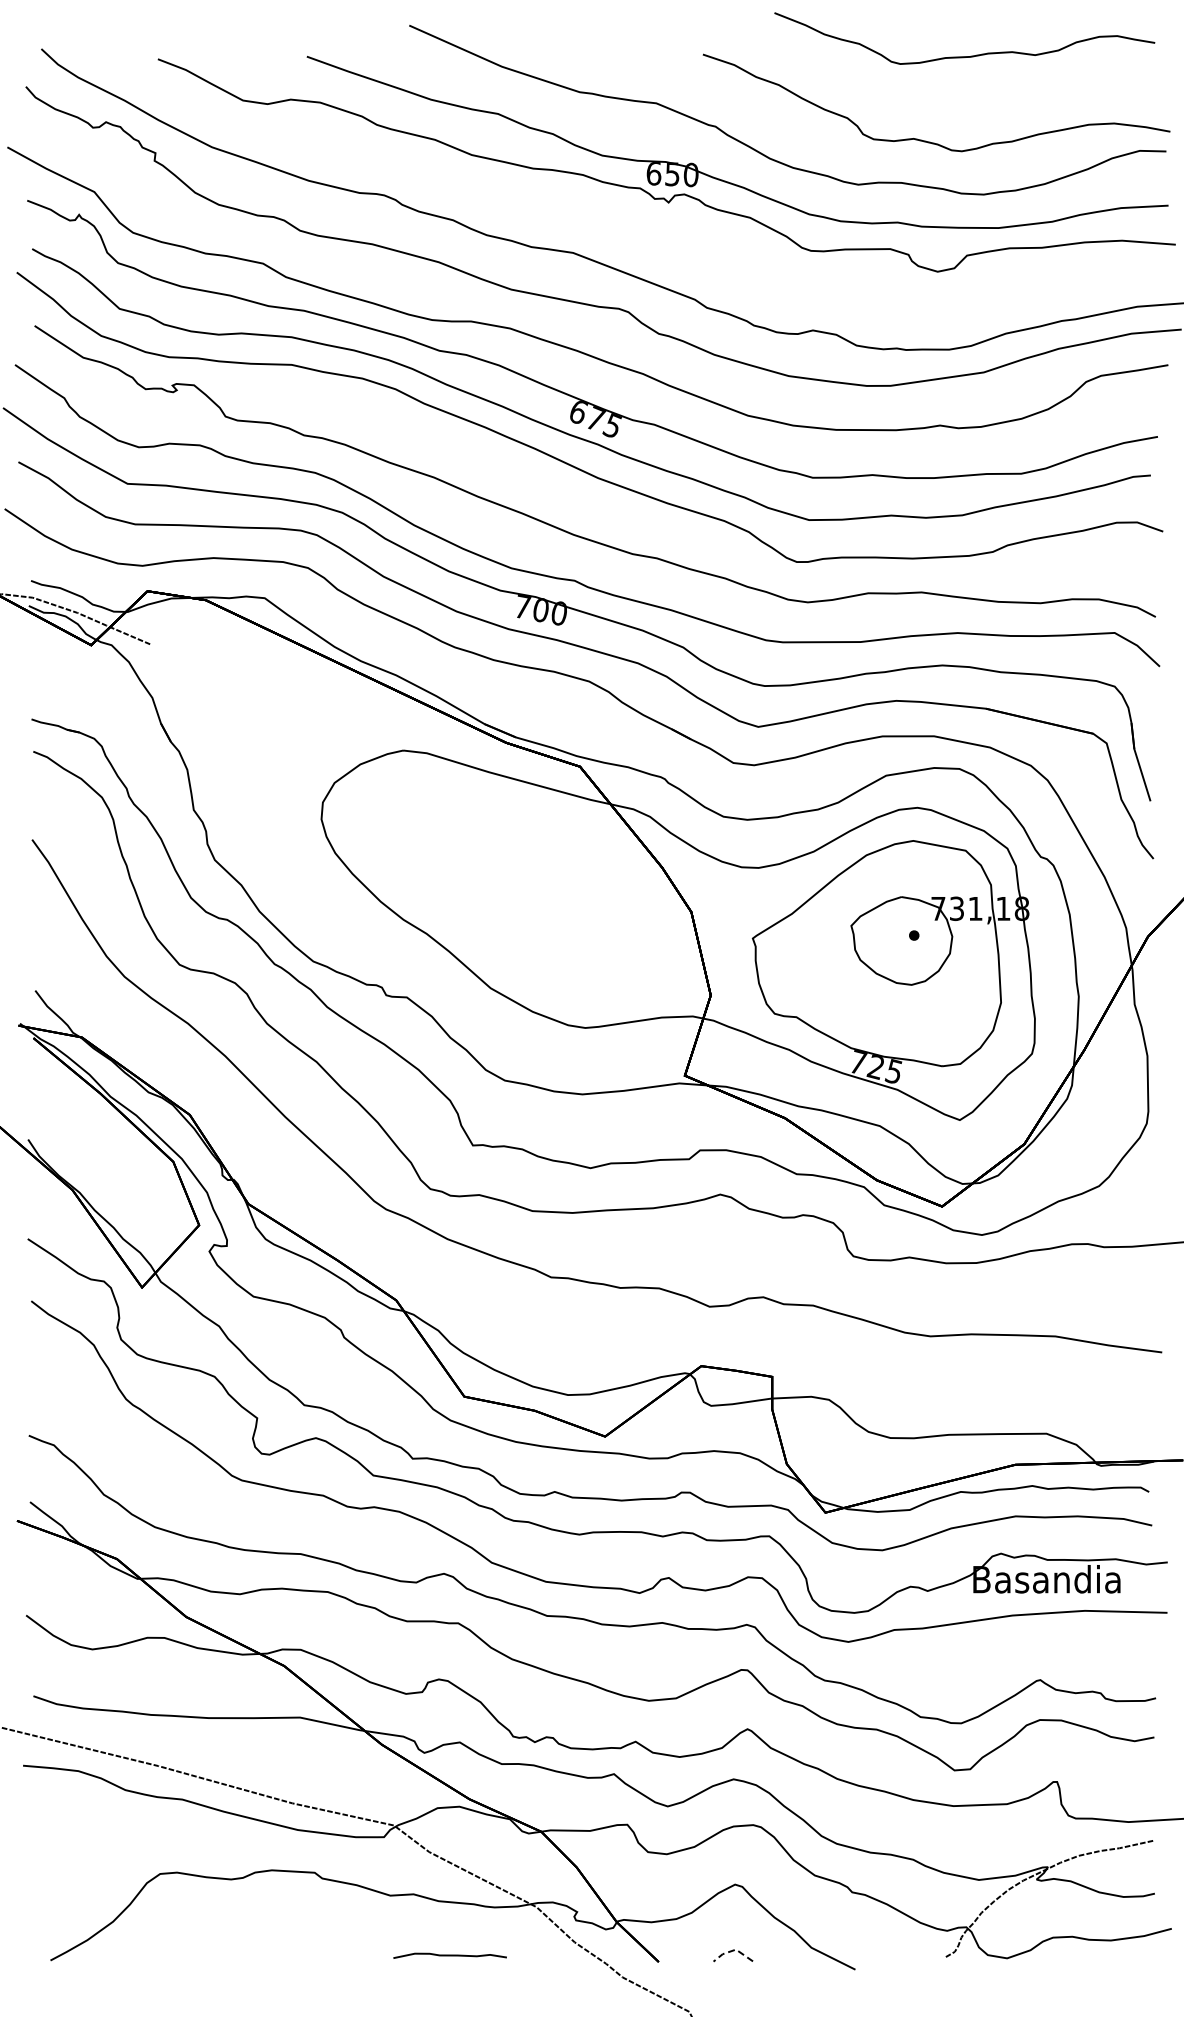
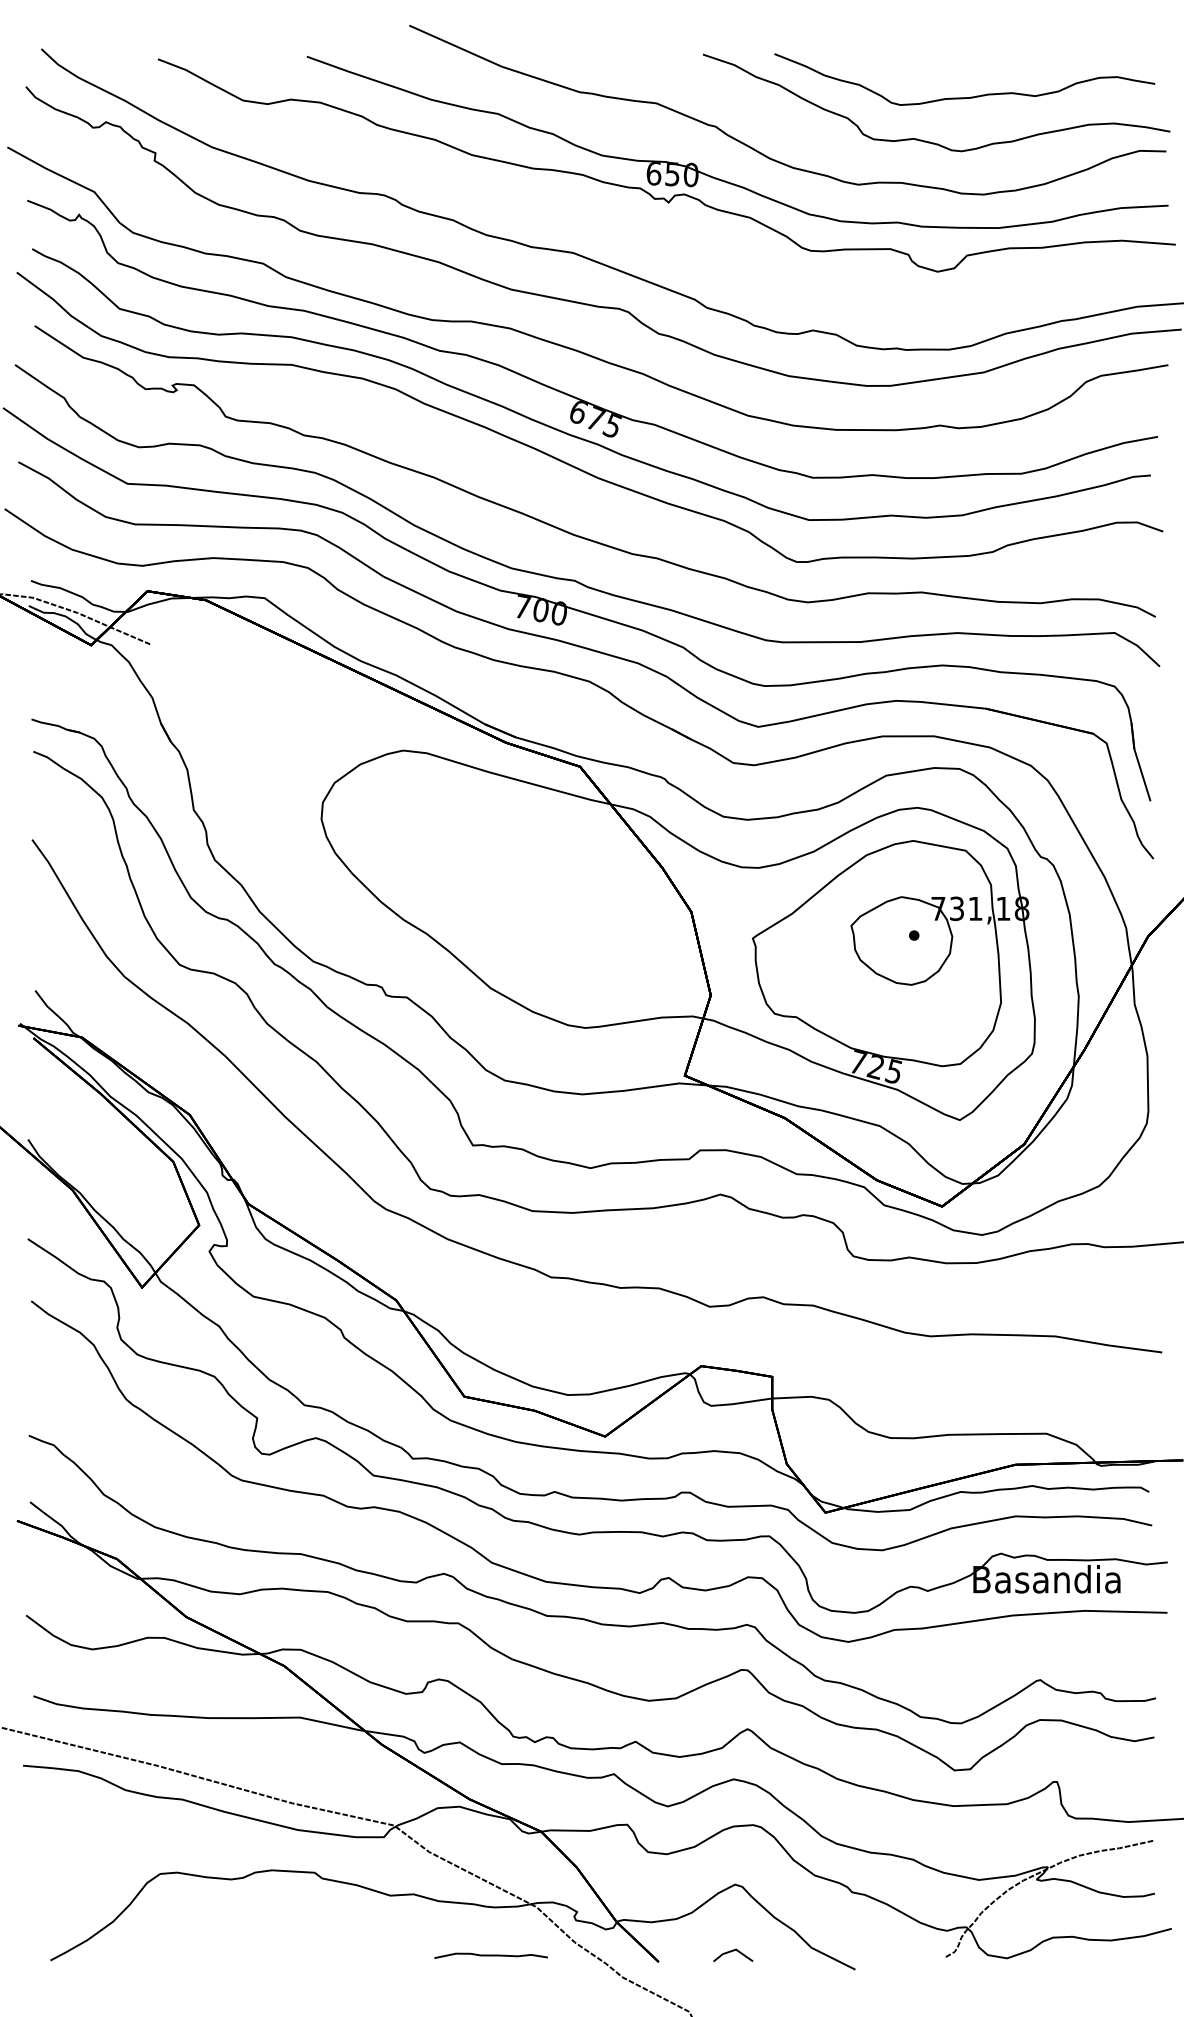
curve at (964, 56) position: (964, 56) -> (964, 97)
line at (733, 1950): dashed -> solid
curve at (449, 1955) position: (449, 1955) -> (490, 1955)
